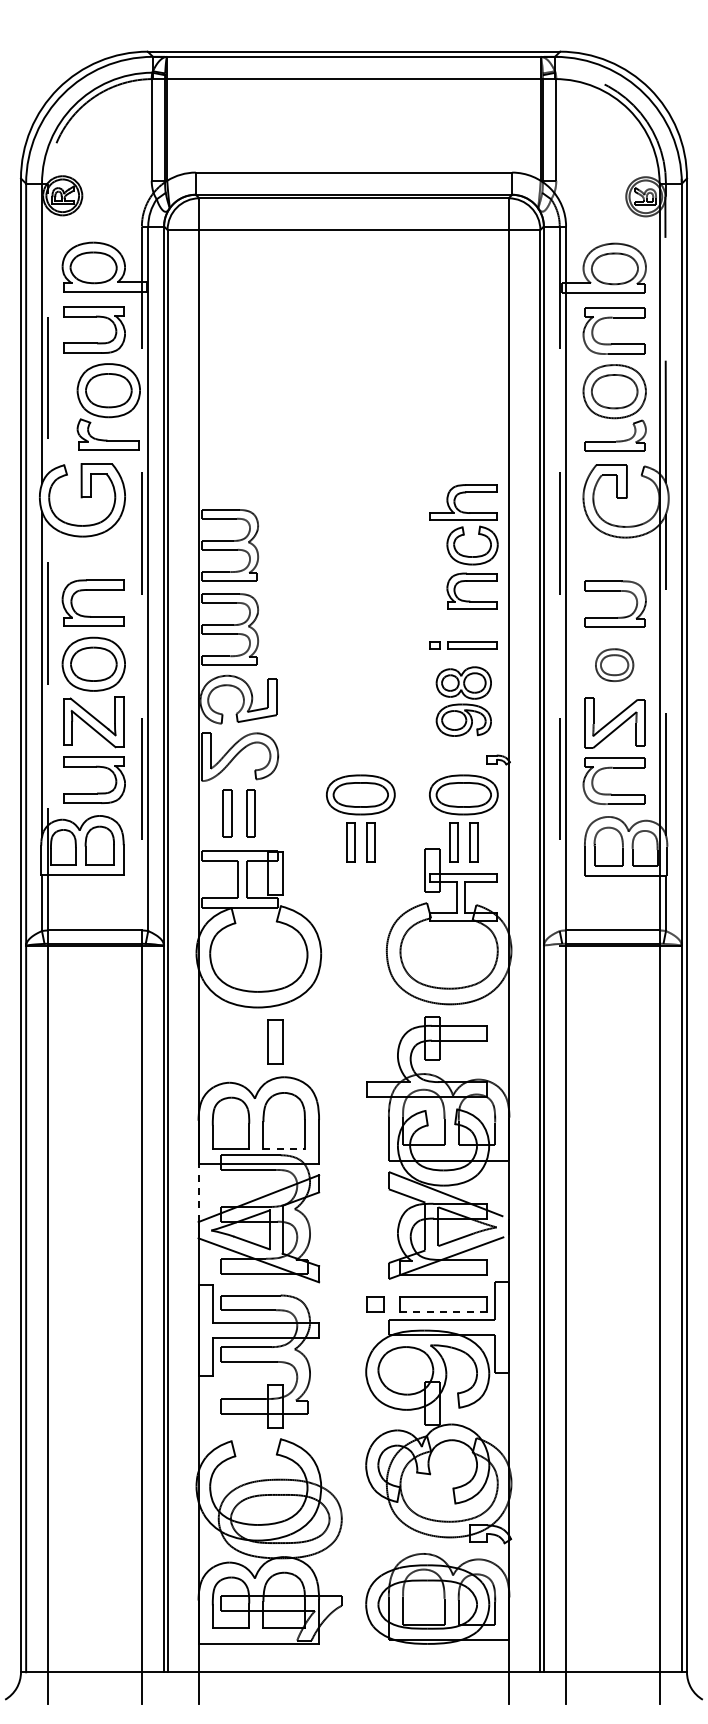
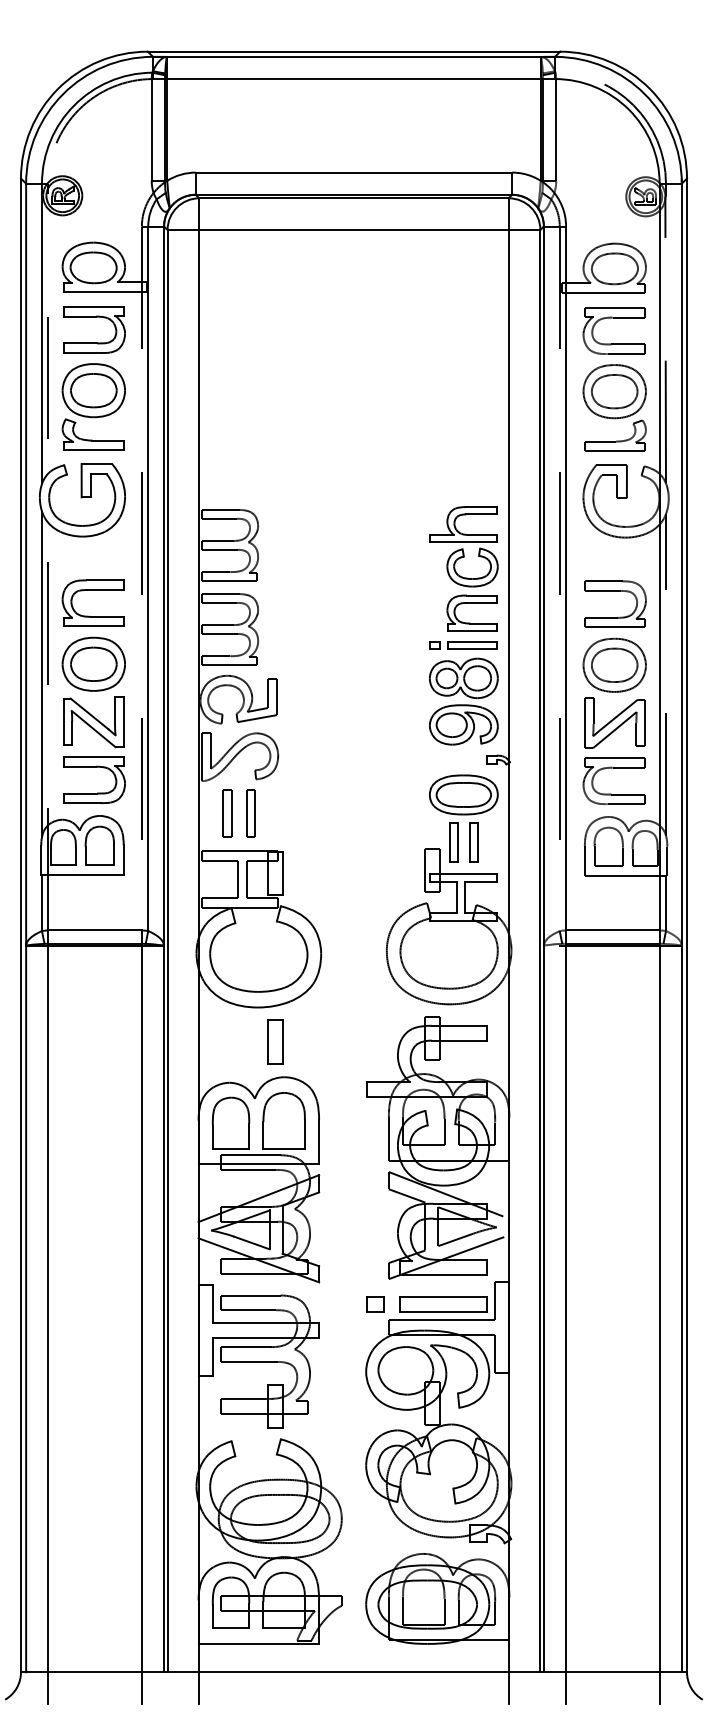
part at (108, 406) position: (108, 406) -> (93, 406)
part at (457, 550) position: (457, 550) -> (457, 572)
part at (614, 664) size: 40x34 px -> 65x56 px
part at (463, 701) size: 57x71 px -> 70x89 px
part at (360, 818): present -> none
line at (284, 1148): dashed -> solid
line at (199, 1192): dashed -> solid
line at (443, 1312): dashed -> solid
